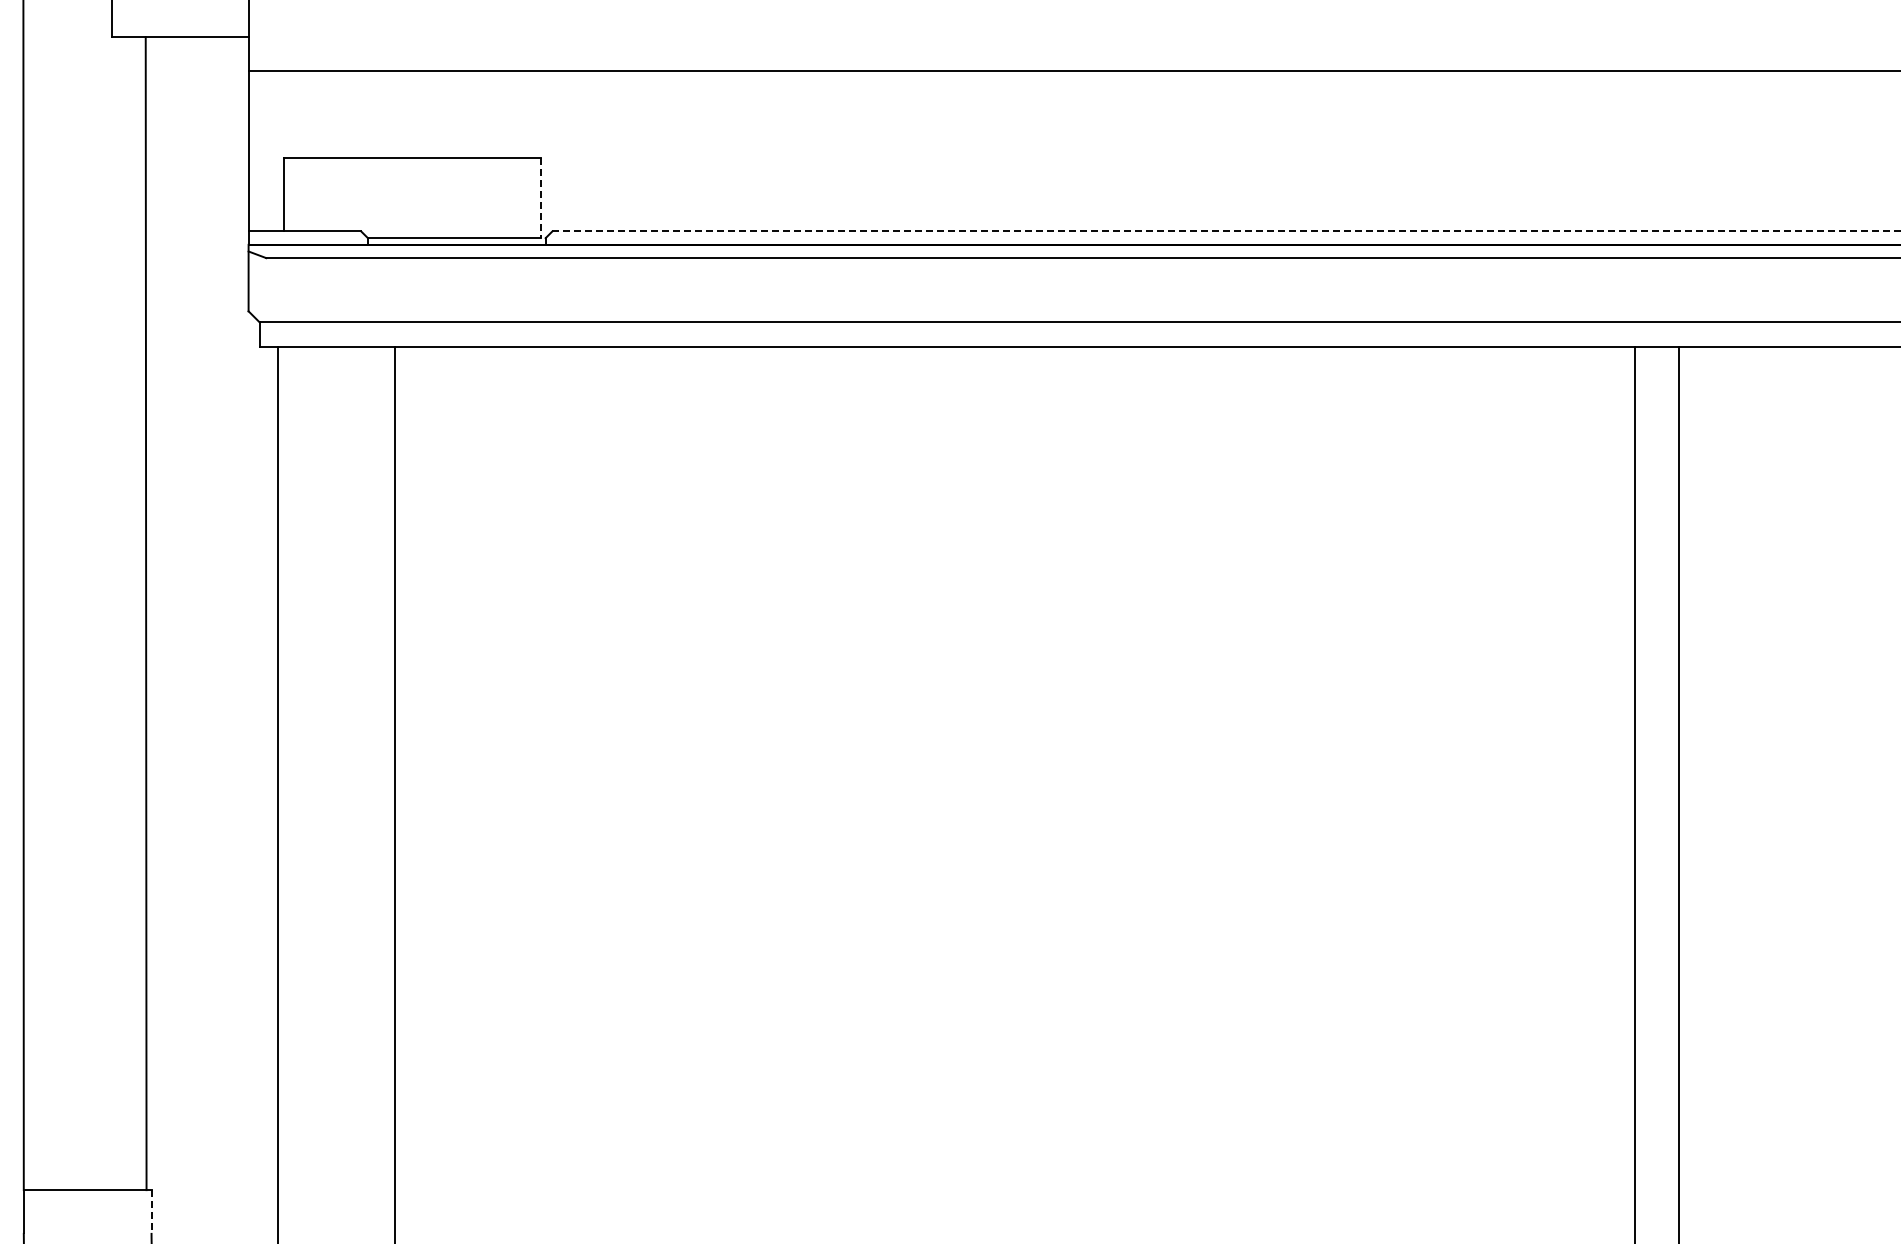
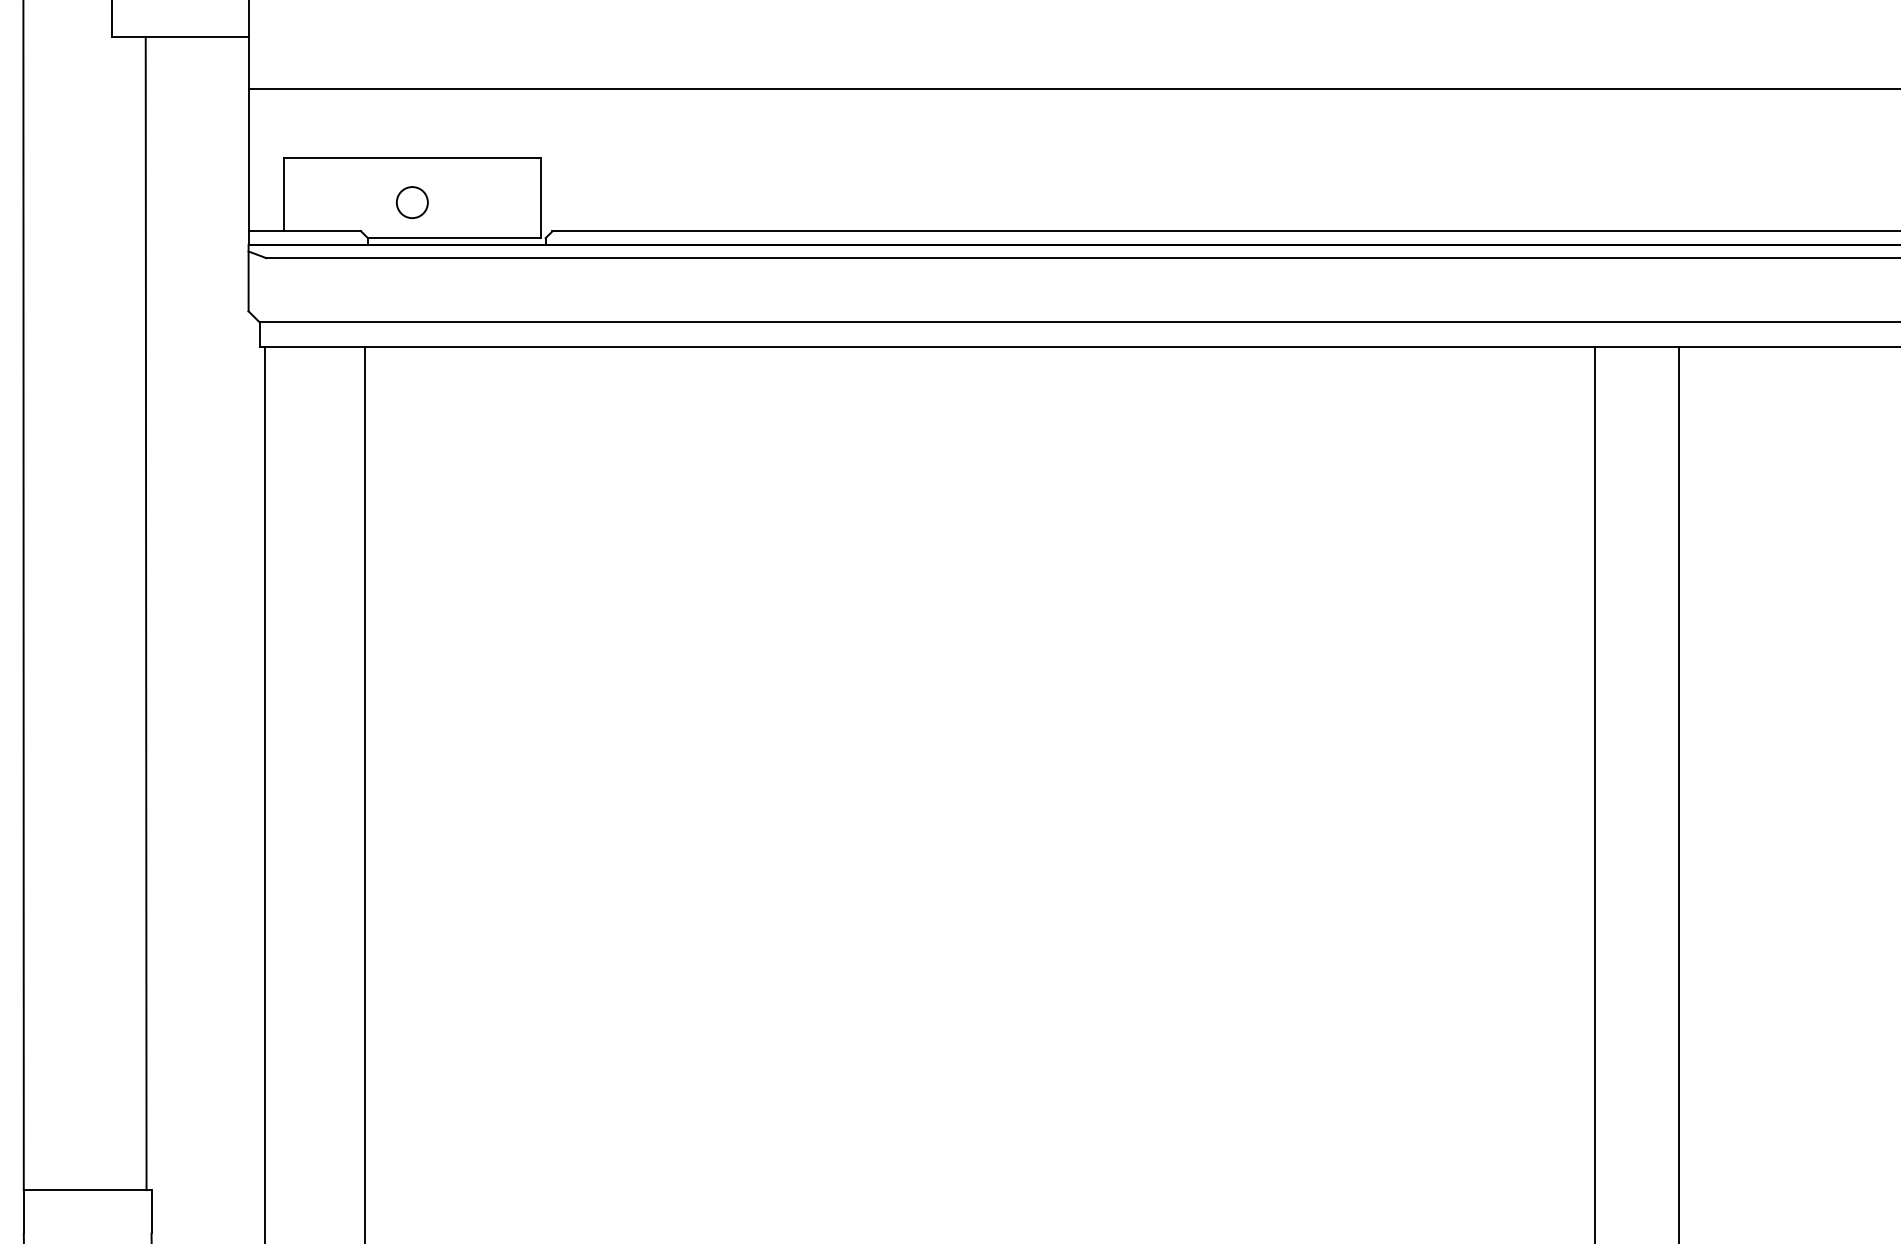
line at (1072, 70) position: (1072, 70) -> (1072, 88)
line at (540, 198): dashed -> solid
circle at (411, 202): none -> present
line at (1226, 231): dashed -> solid
line at (278, 793) position: (278, 793) -> (265, 793)
line at (395, 793) position: (395, 793) -> (365, 793)
line at (1635, 793) position: (1635, 793) -> (1595, 793)
line at (151, 1212): dashed -> solid
